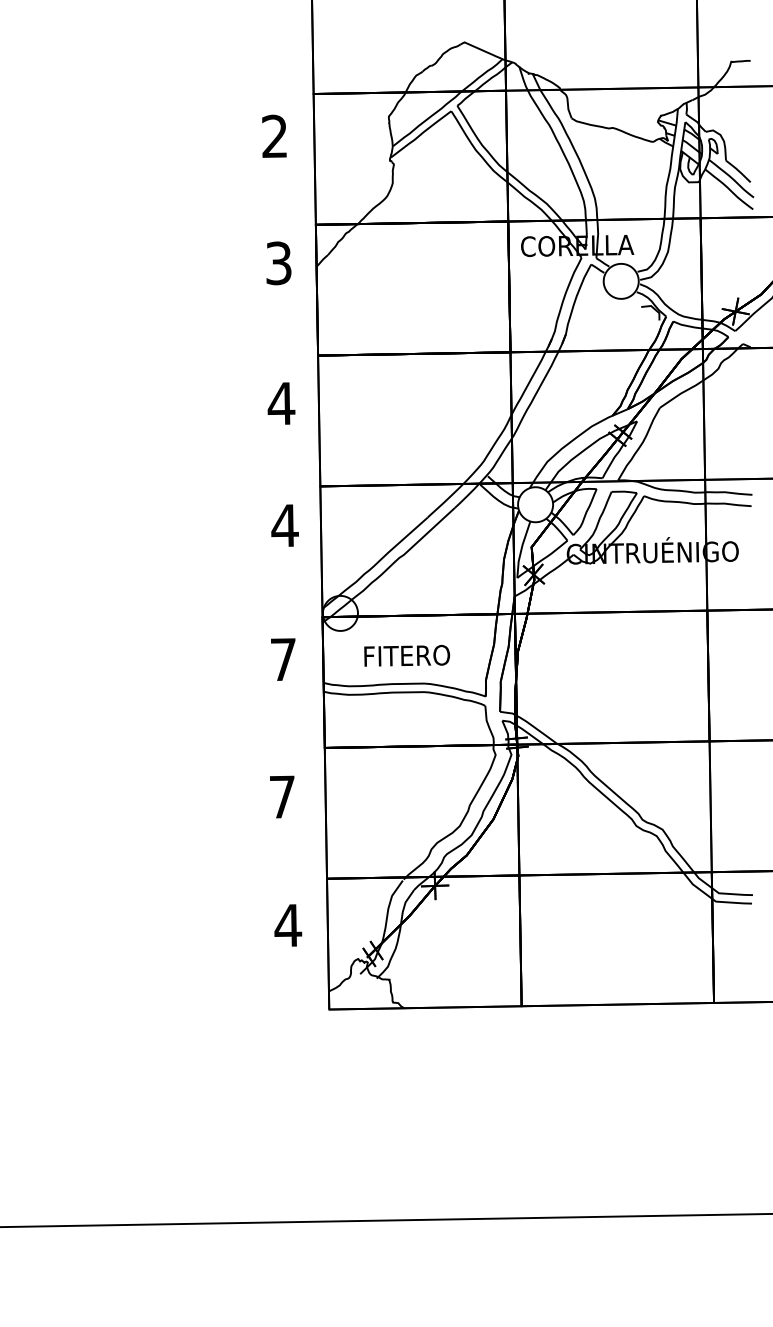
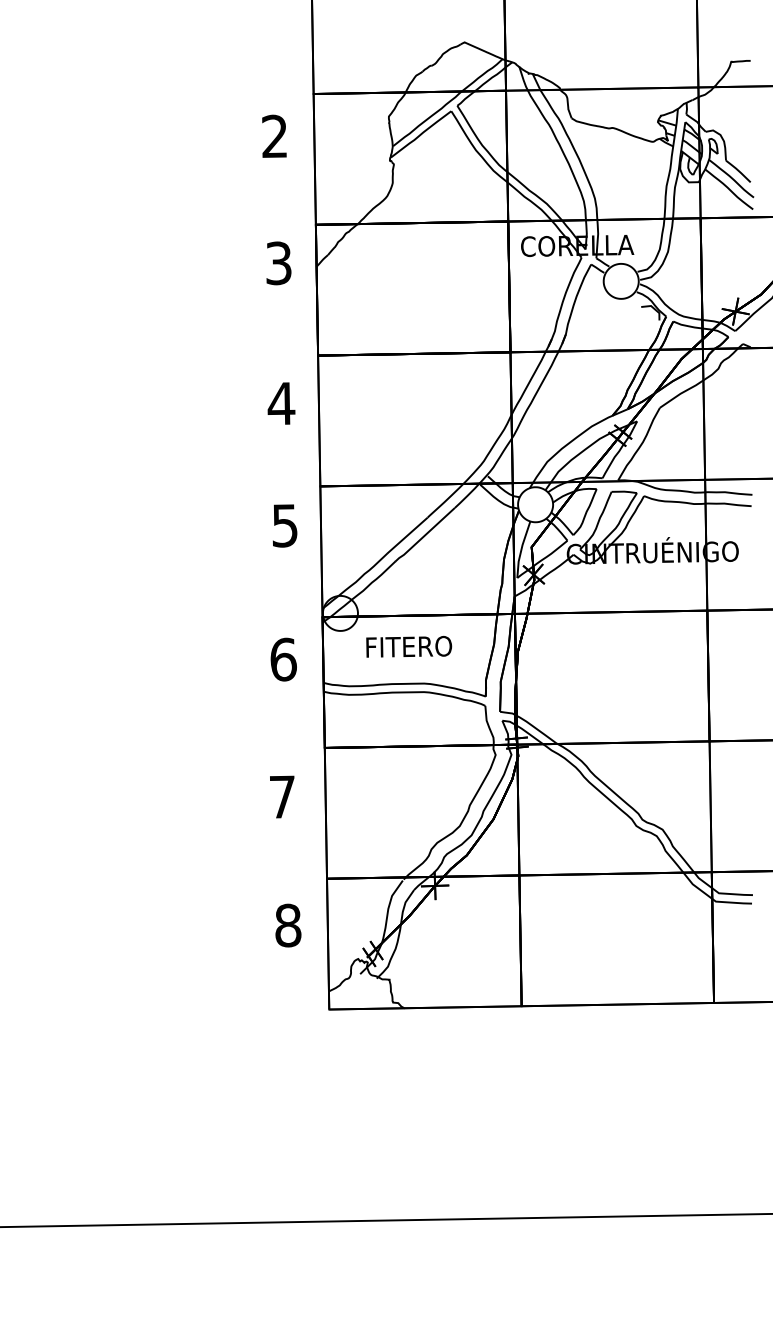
text at (284, 525): 4 -> 5
text at (407, 655) position: (407, 655) -> (409, 646)
text at (283, 659): 7 -> 6
text at (288, 925): 4 -> 8
